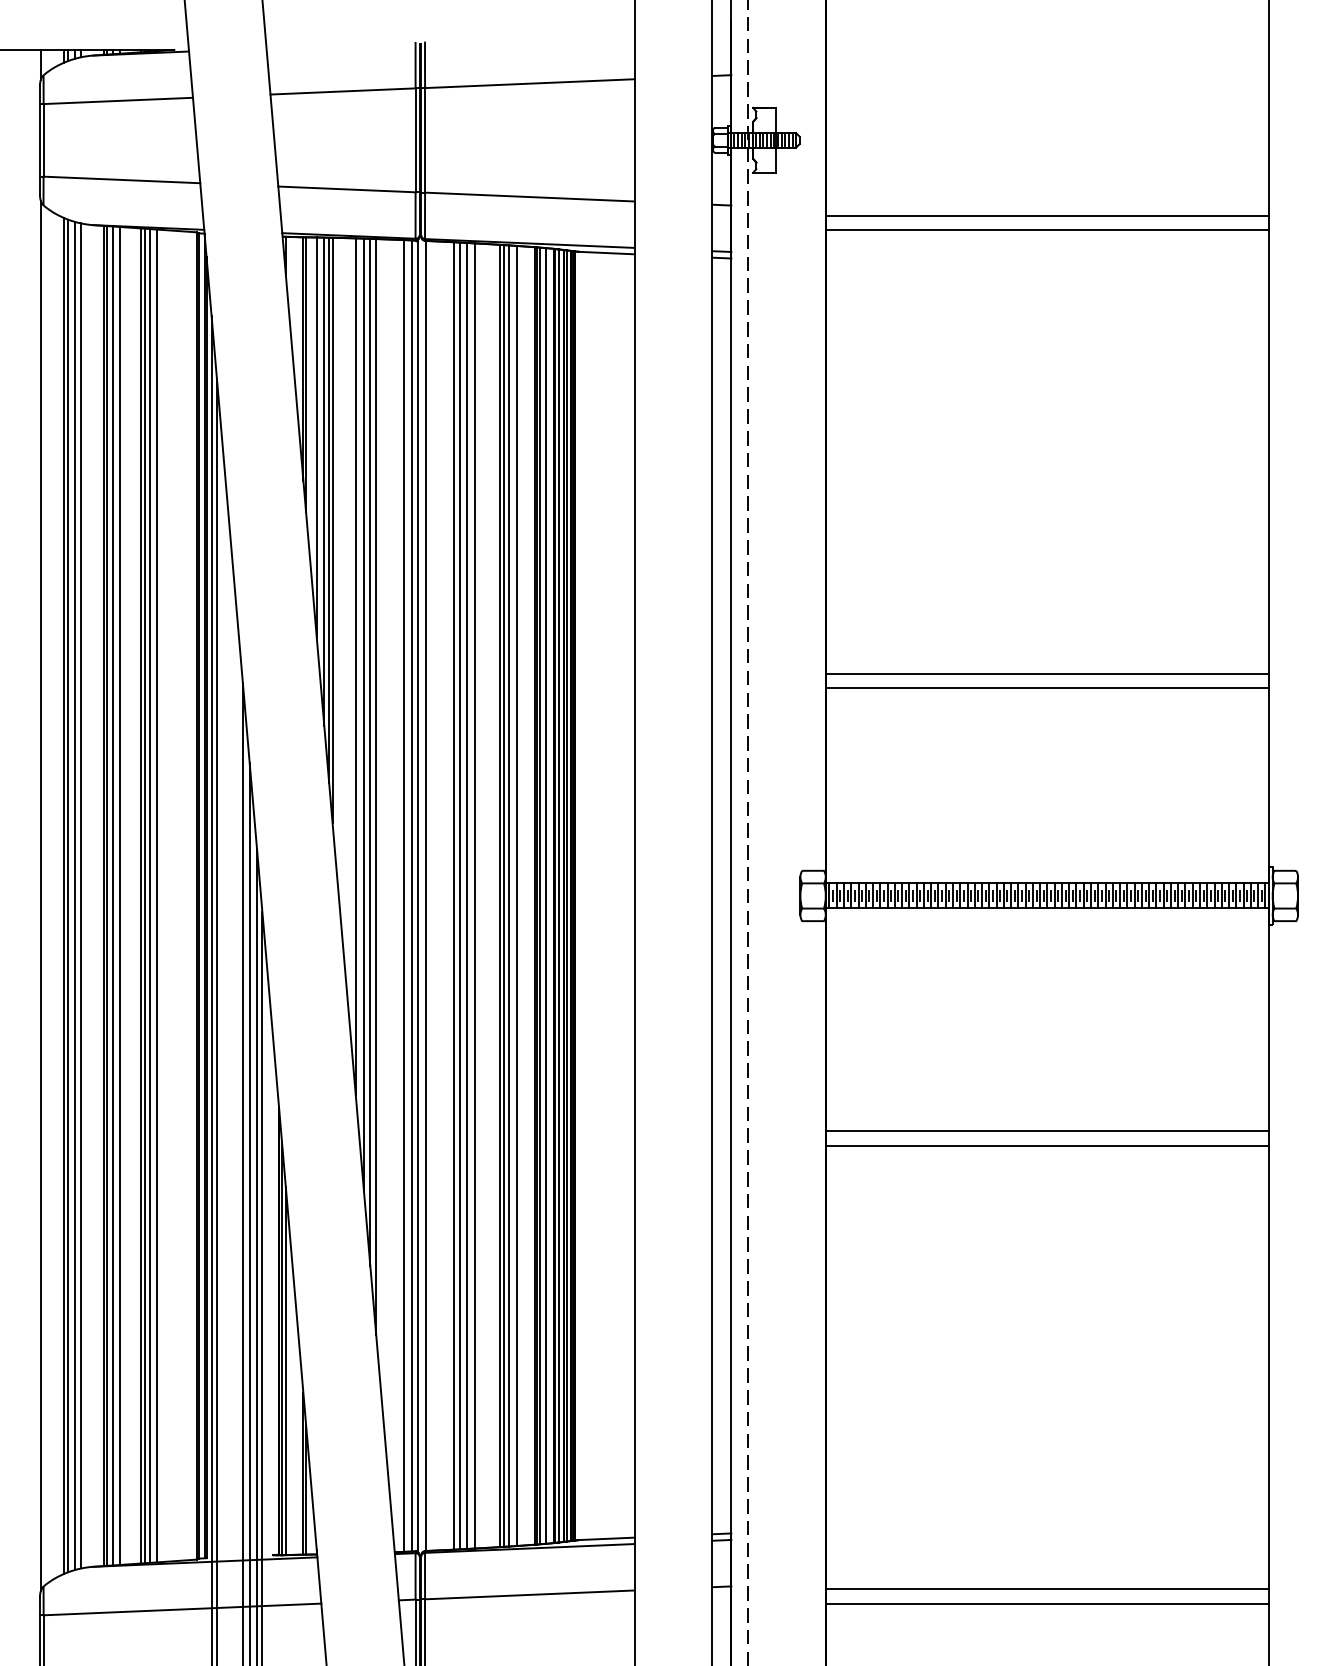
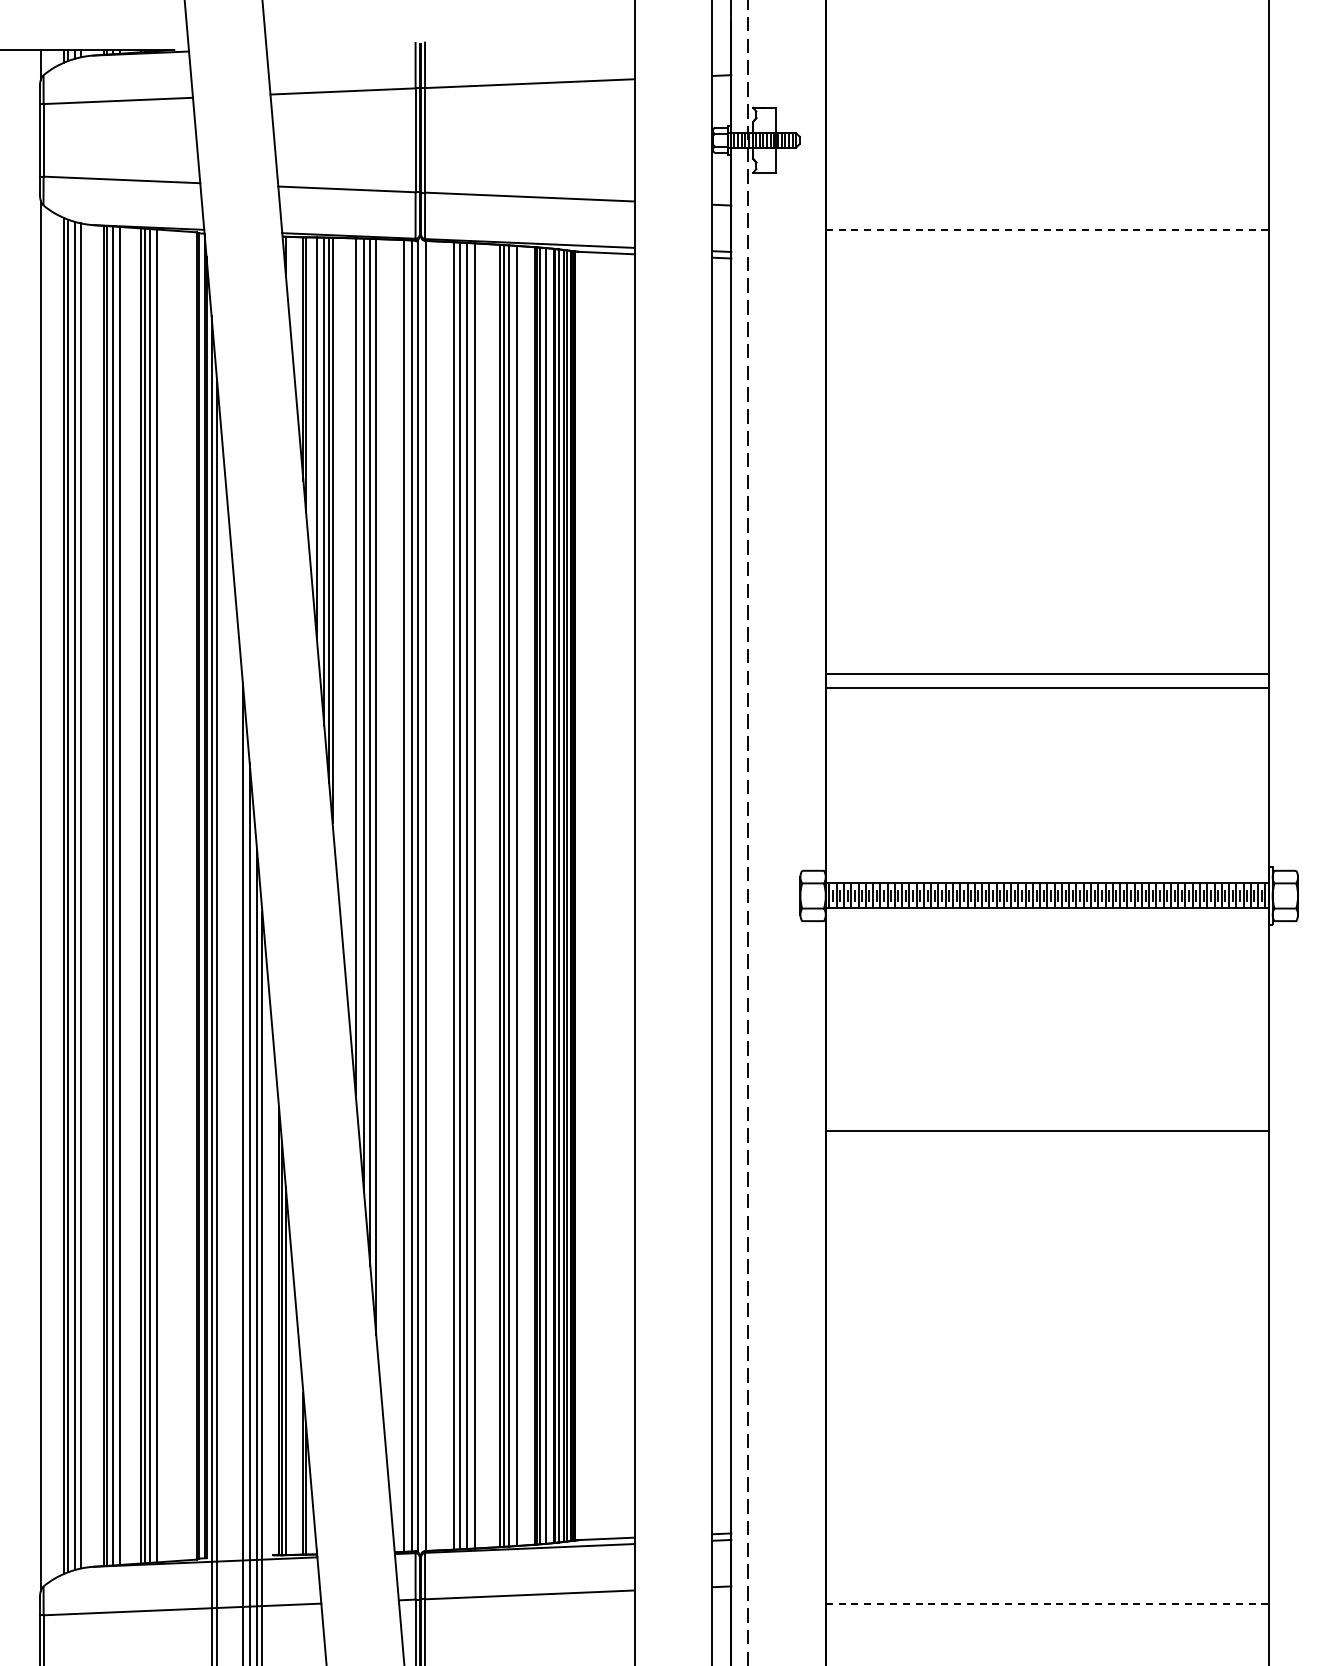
line at (1047, 215): present -> none
line at (1047, 230): solid -> dashed
line at (1047, 1145): present -> none
line at (1047, 1589): present -> none
line at (1047, 1603): solid -> dashed
